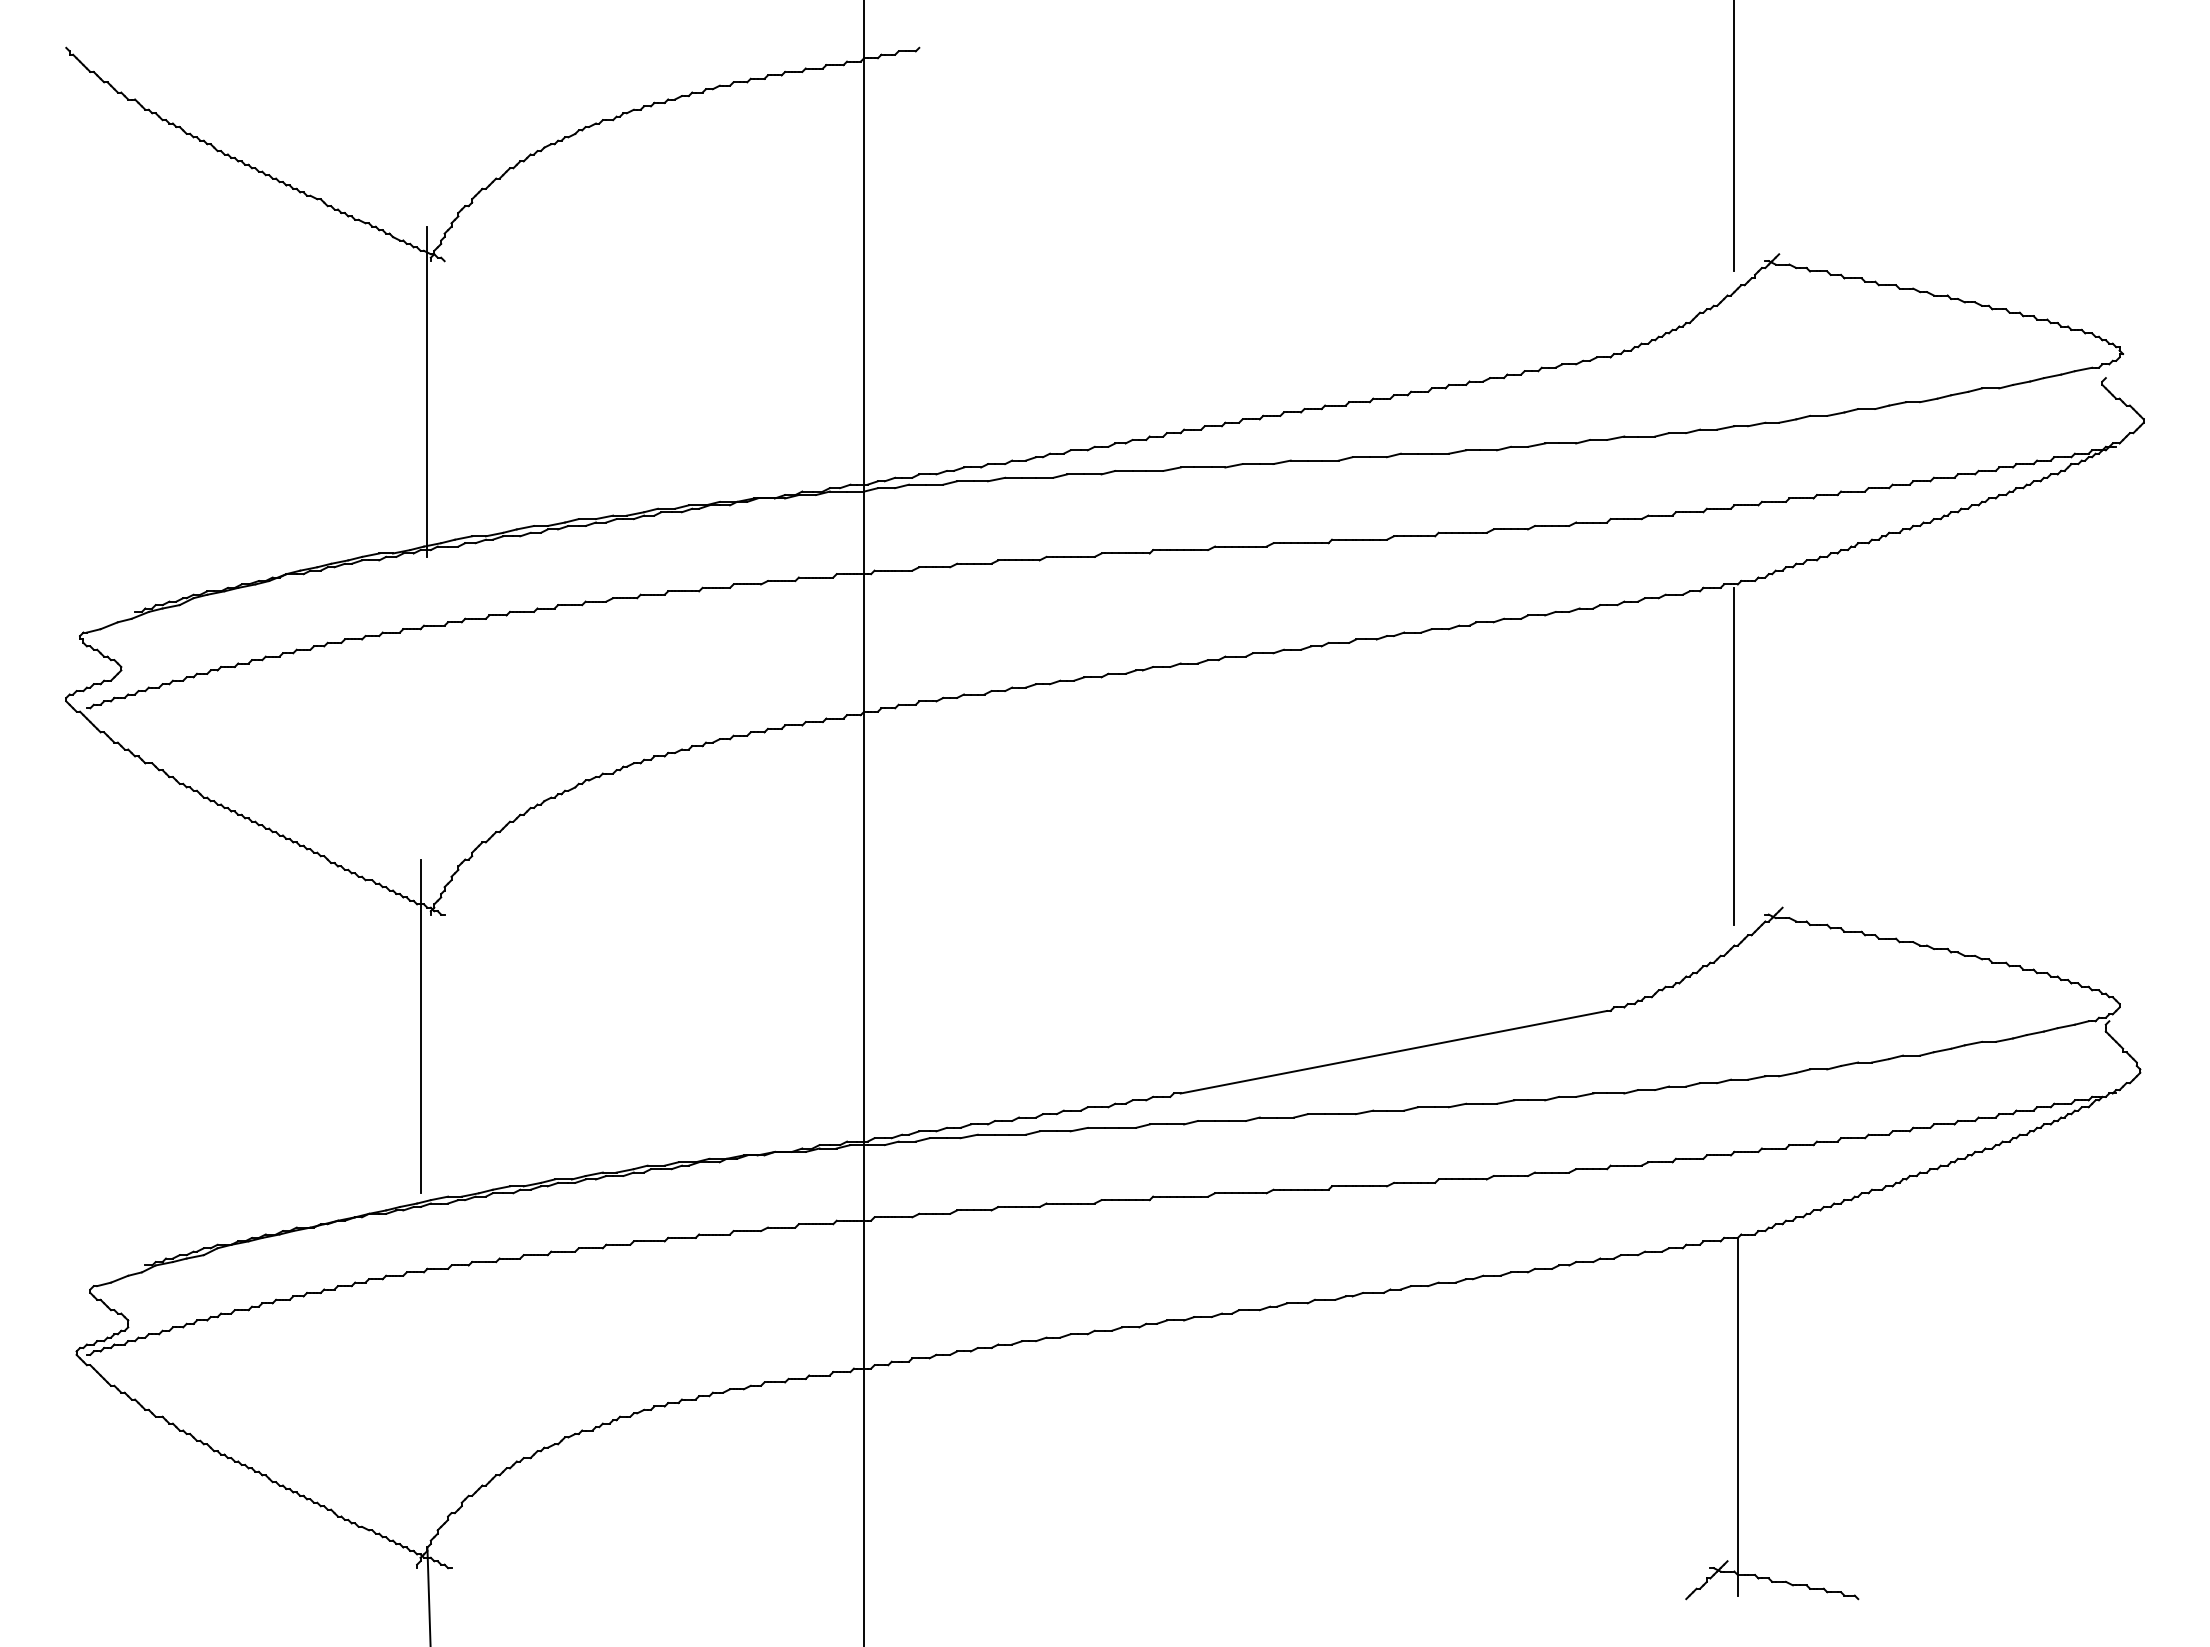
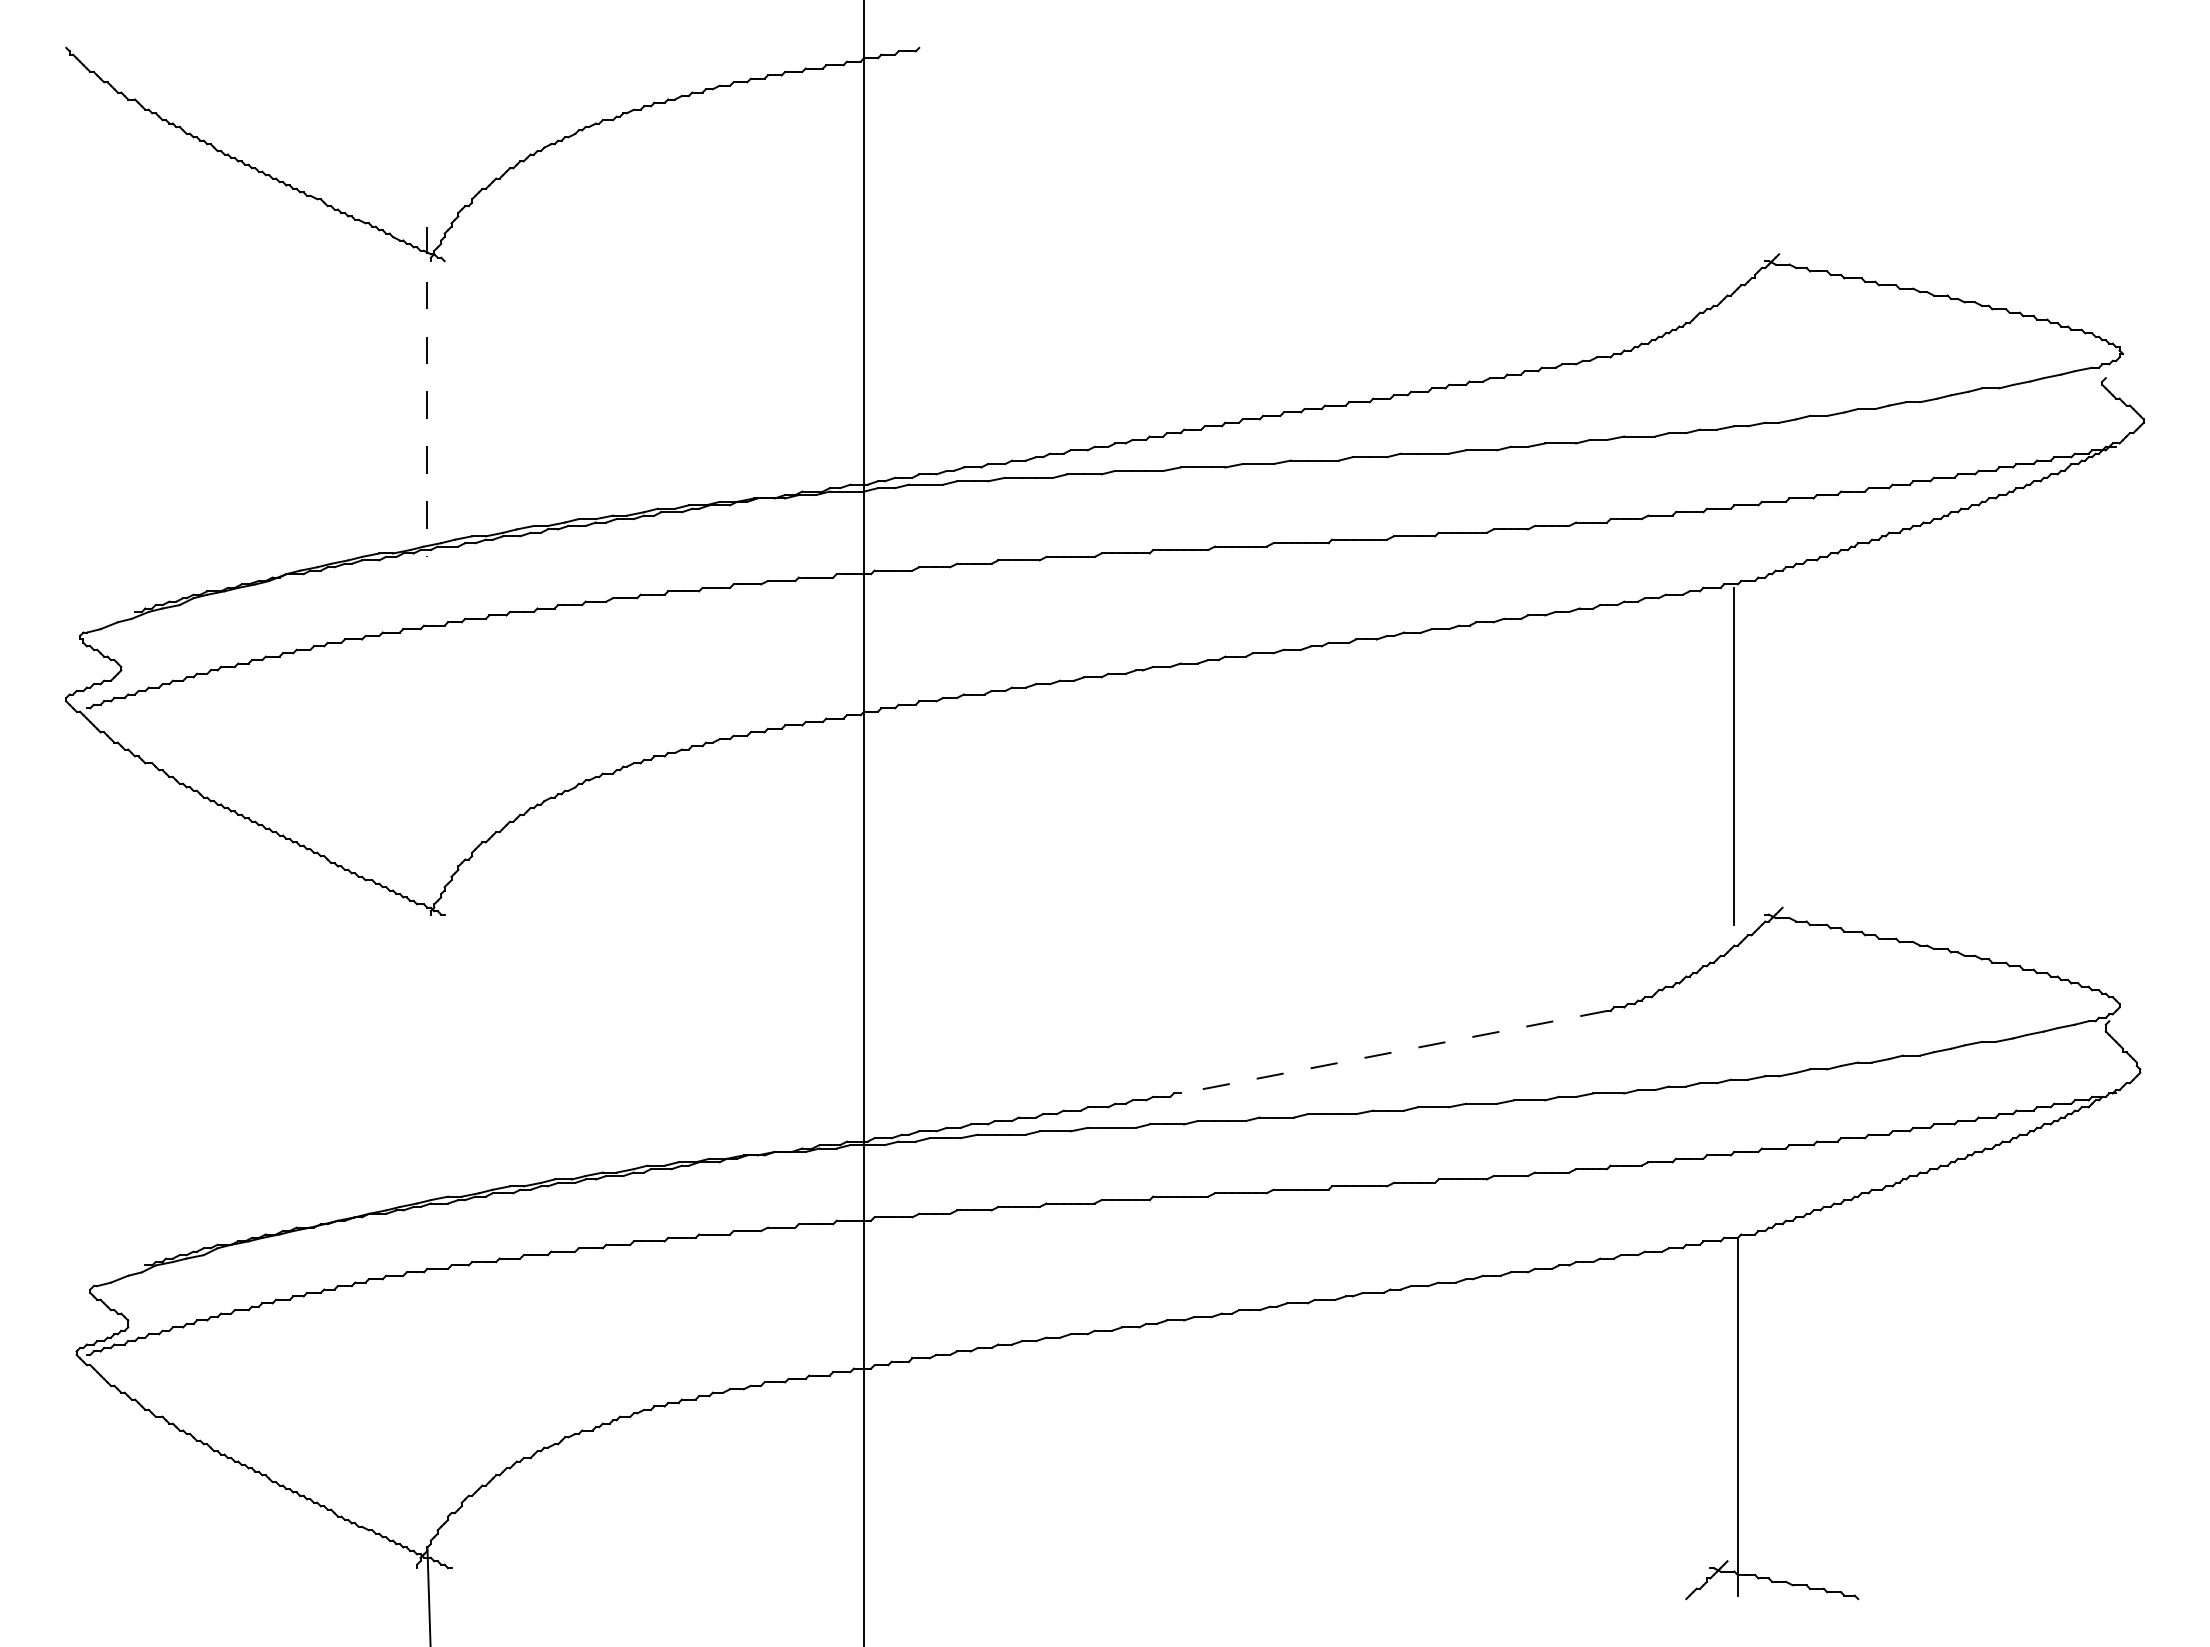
line at (1734, 136): present -> none
line at (427, 392): solid -> dashed
line at (420, 1026): present -> none
line at (1393, 1052): solid -> dashed
